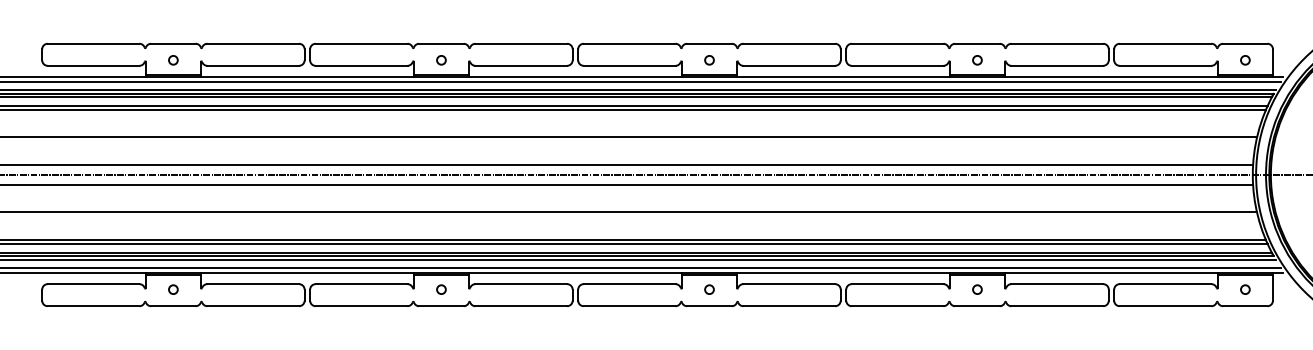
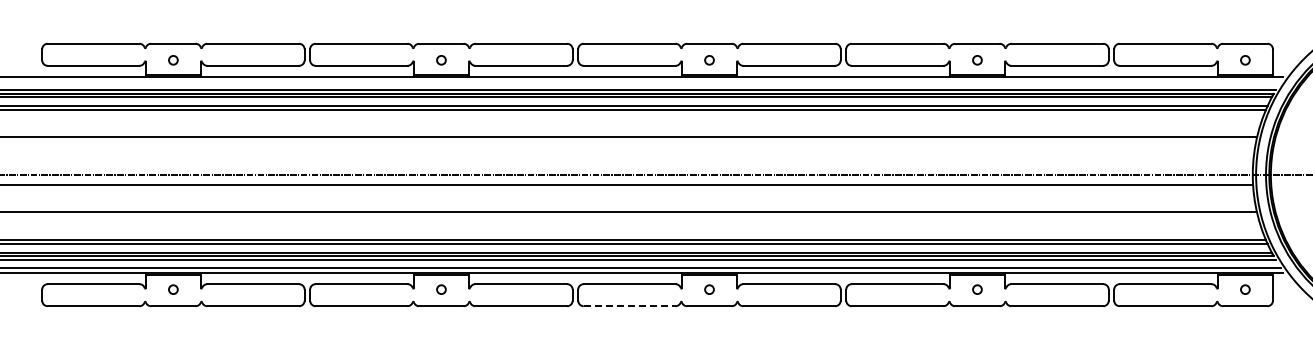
line at (641, 81): present -> none
line at (627, 165): present -> none
line at (629, 306): solid -> dashed
